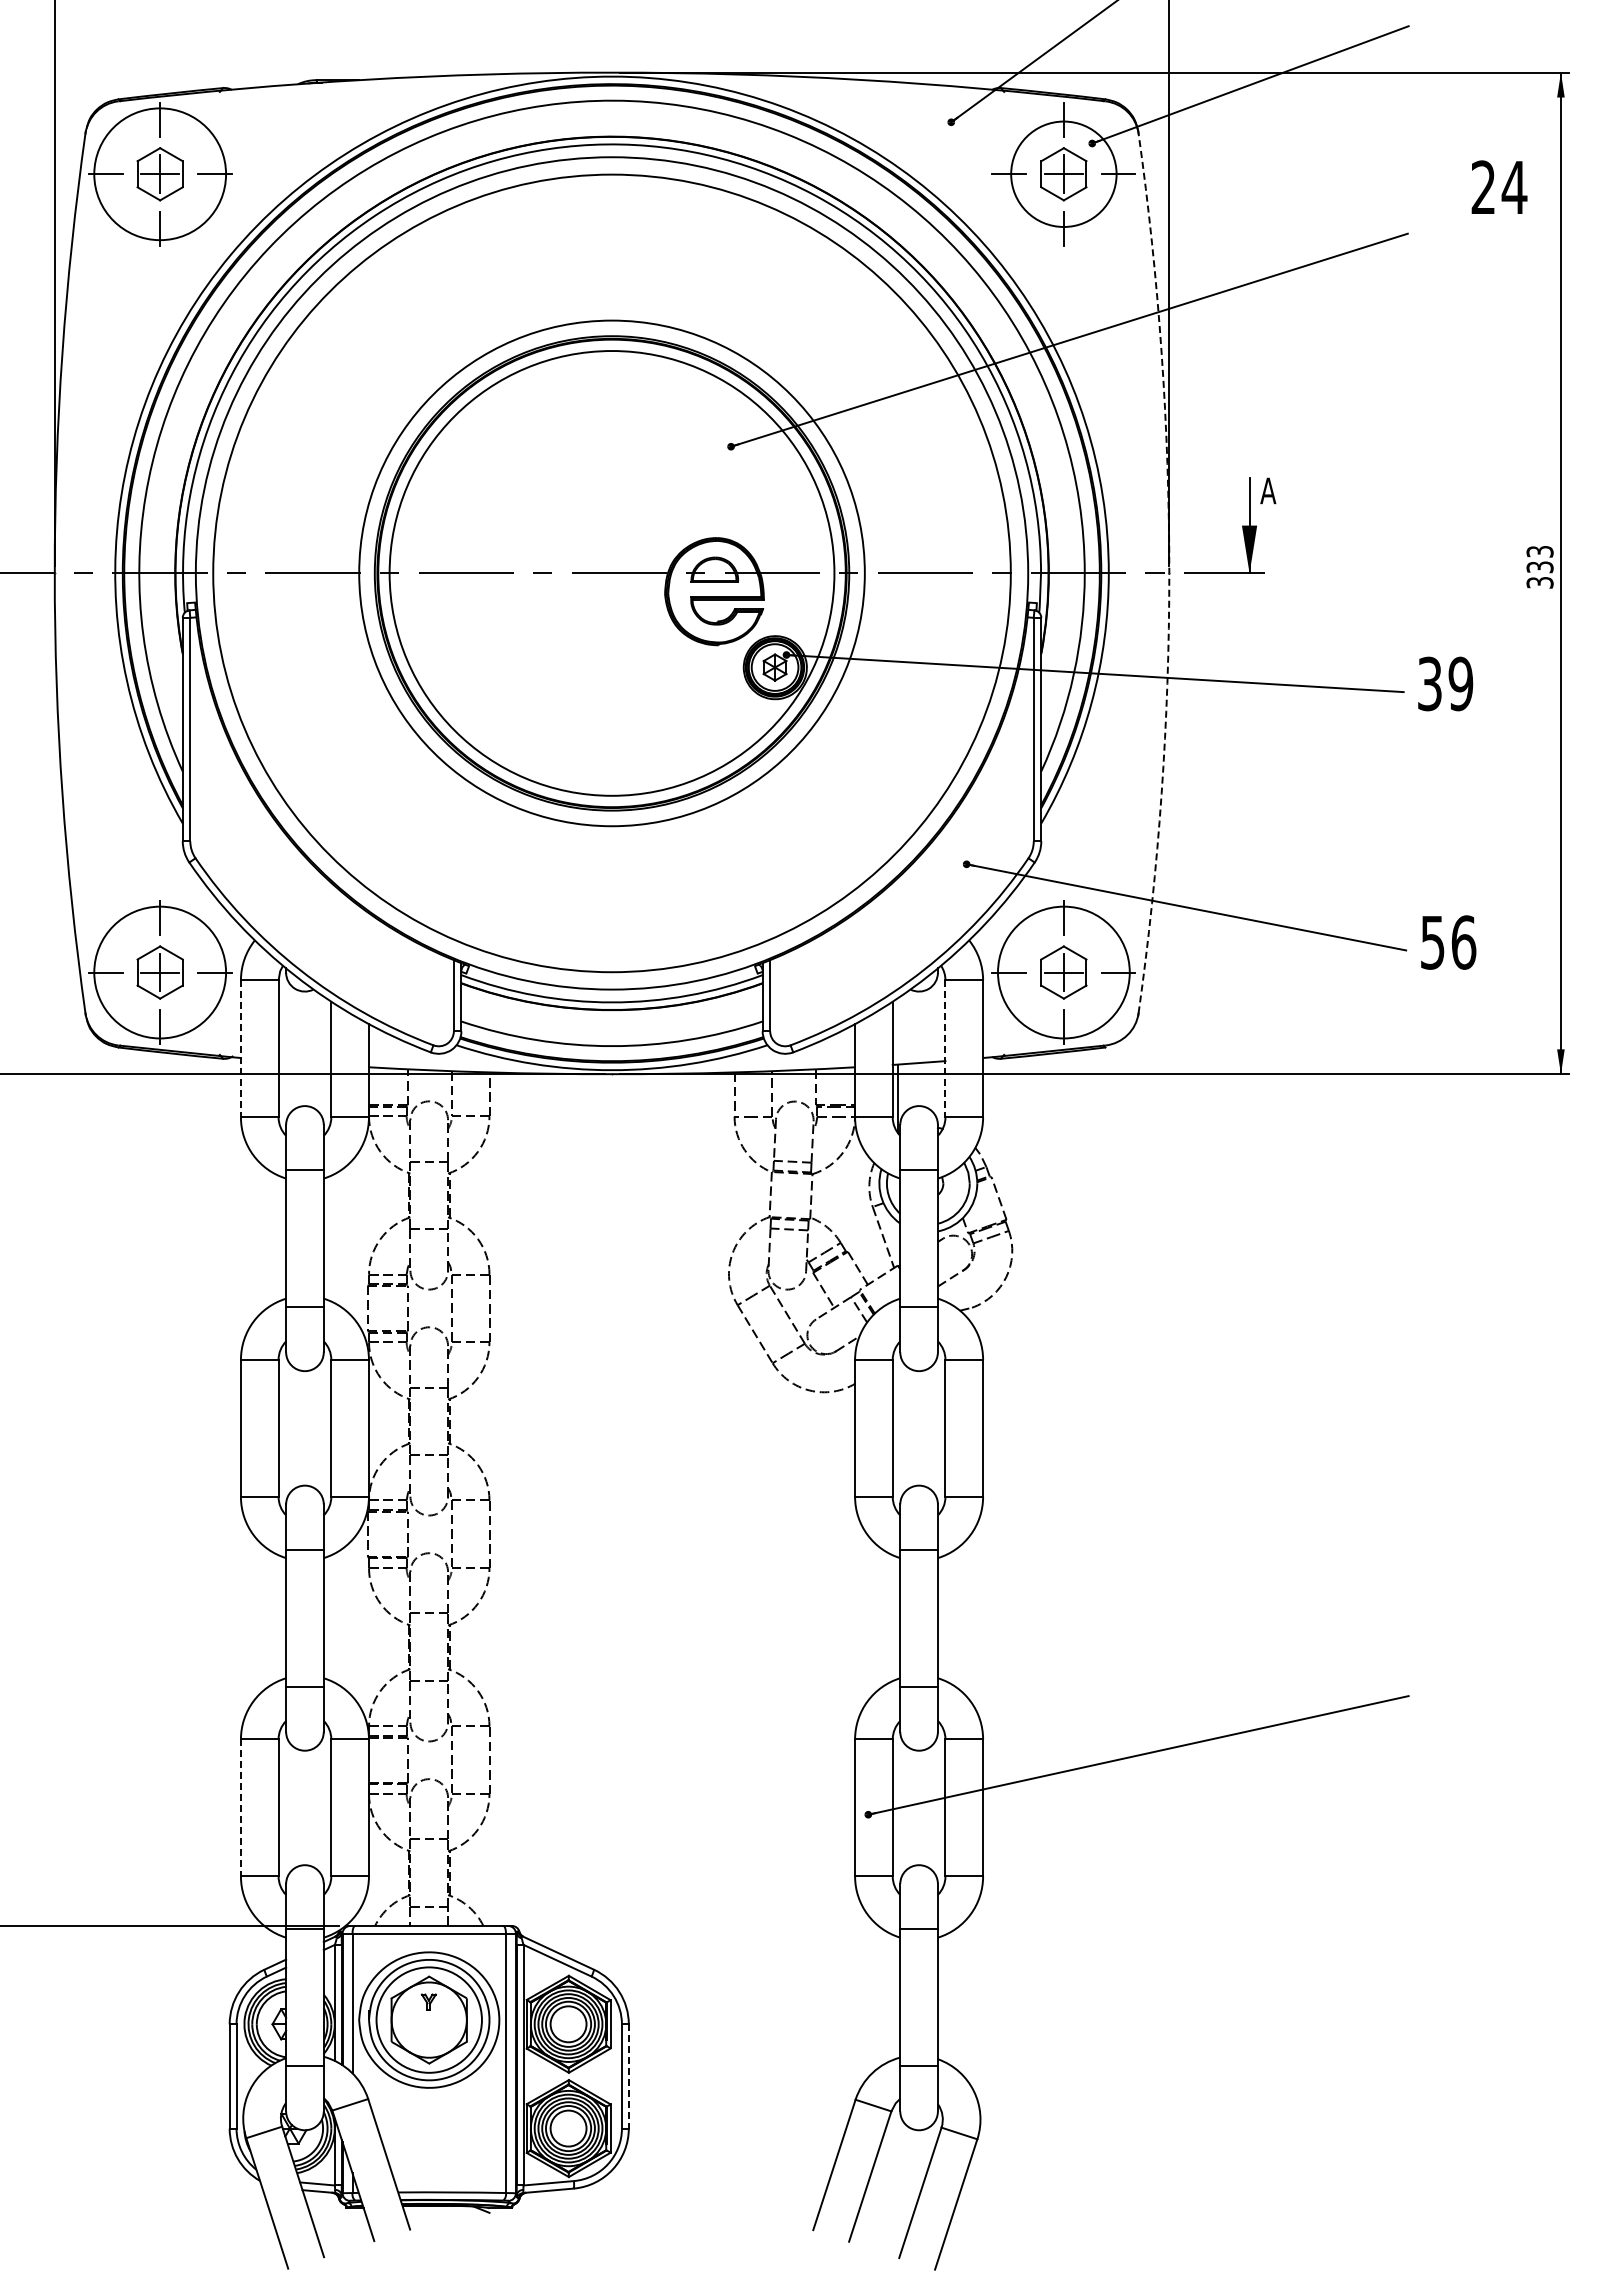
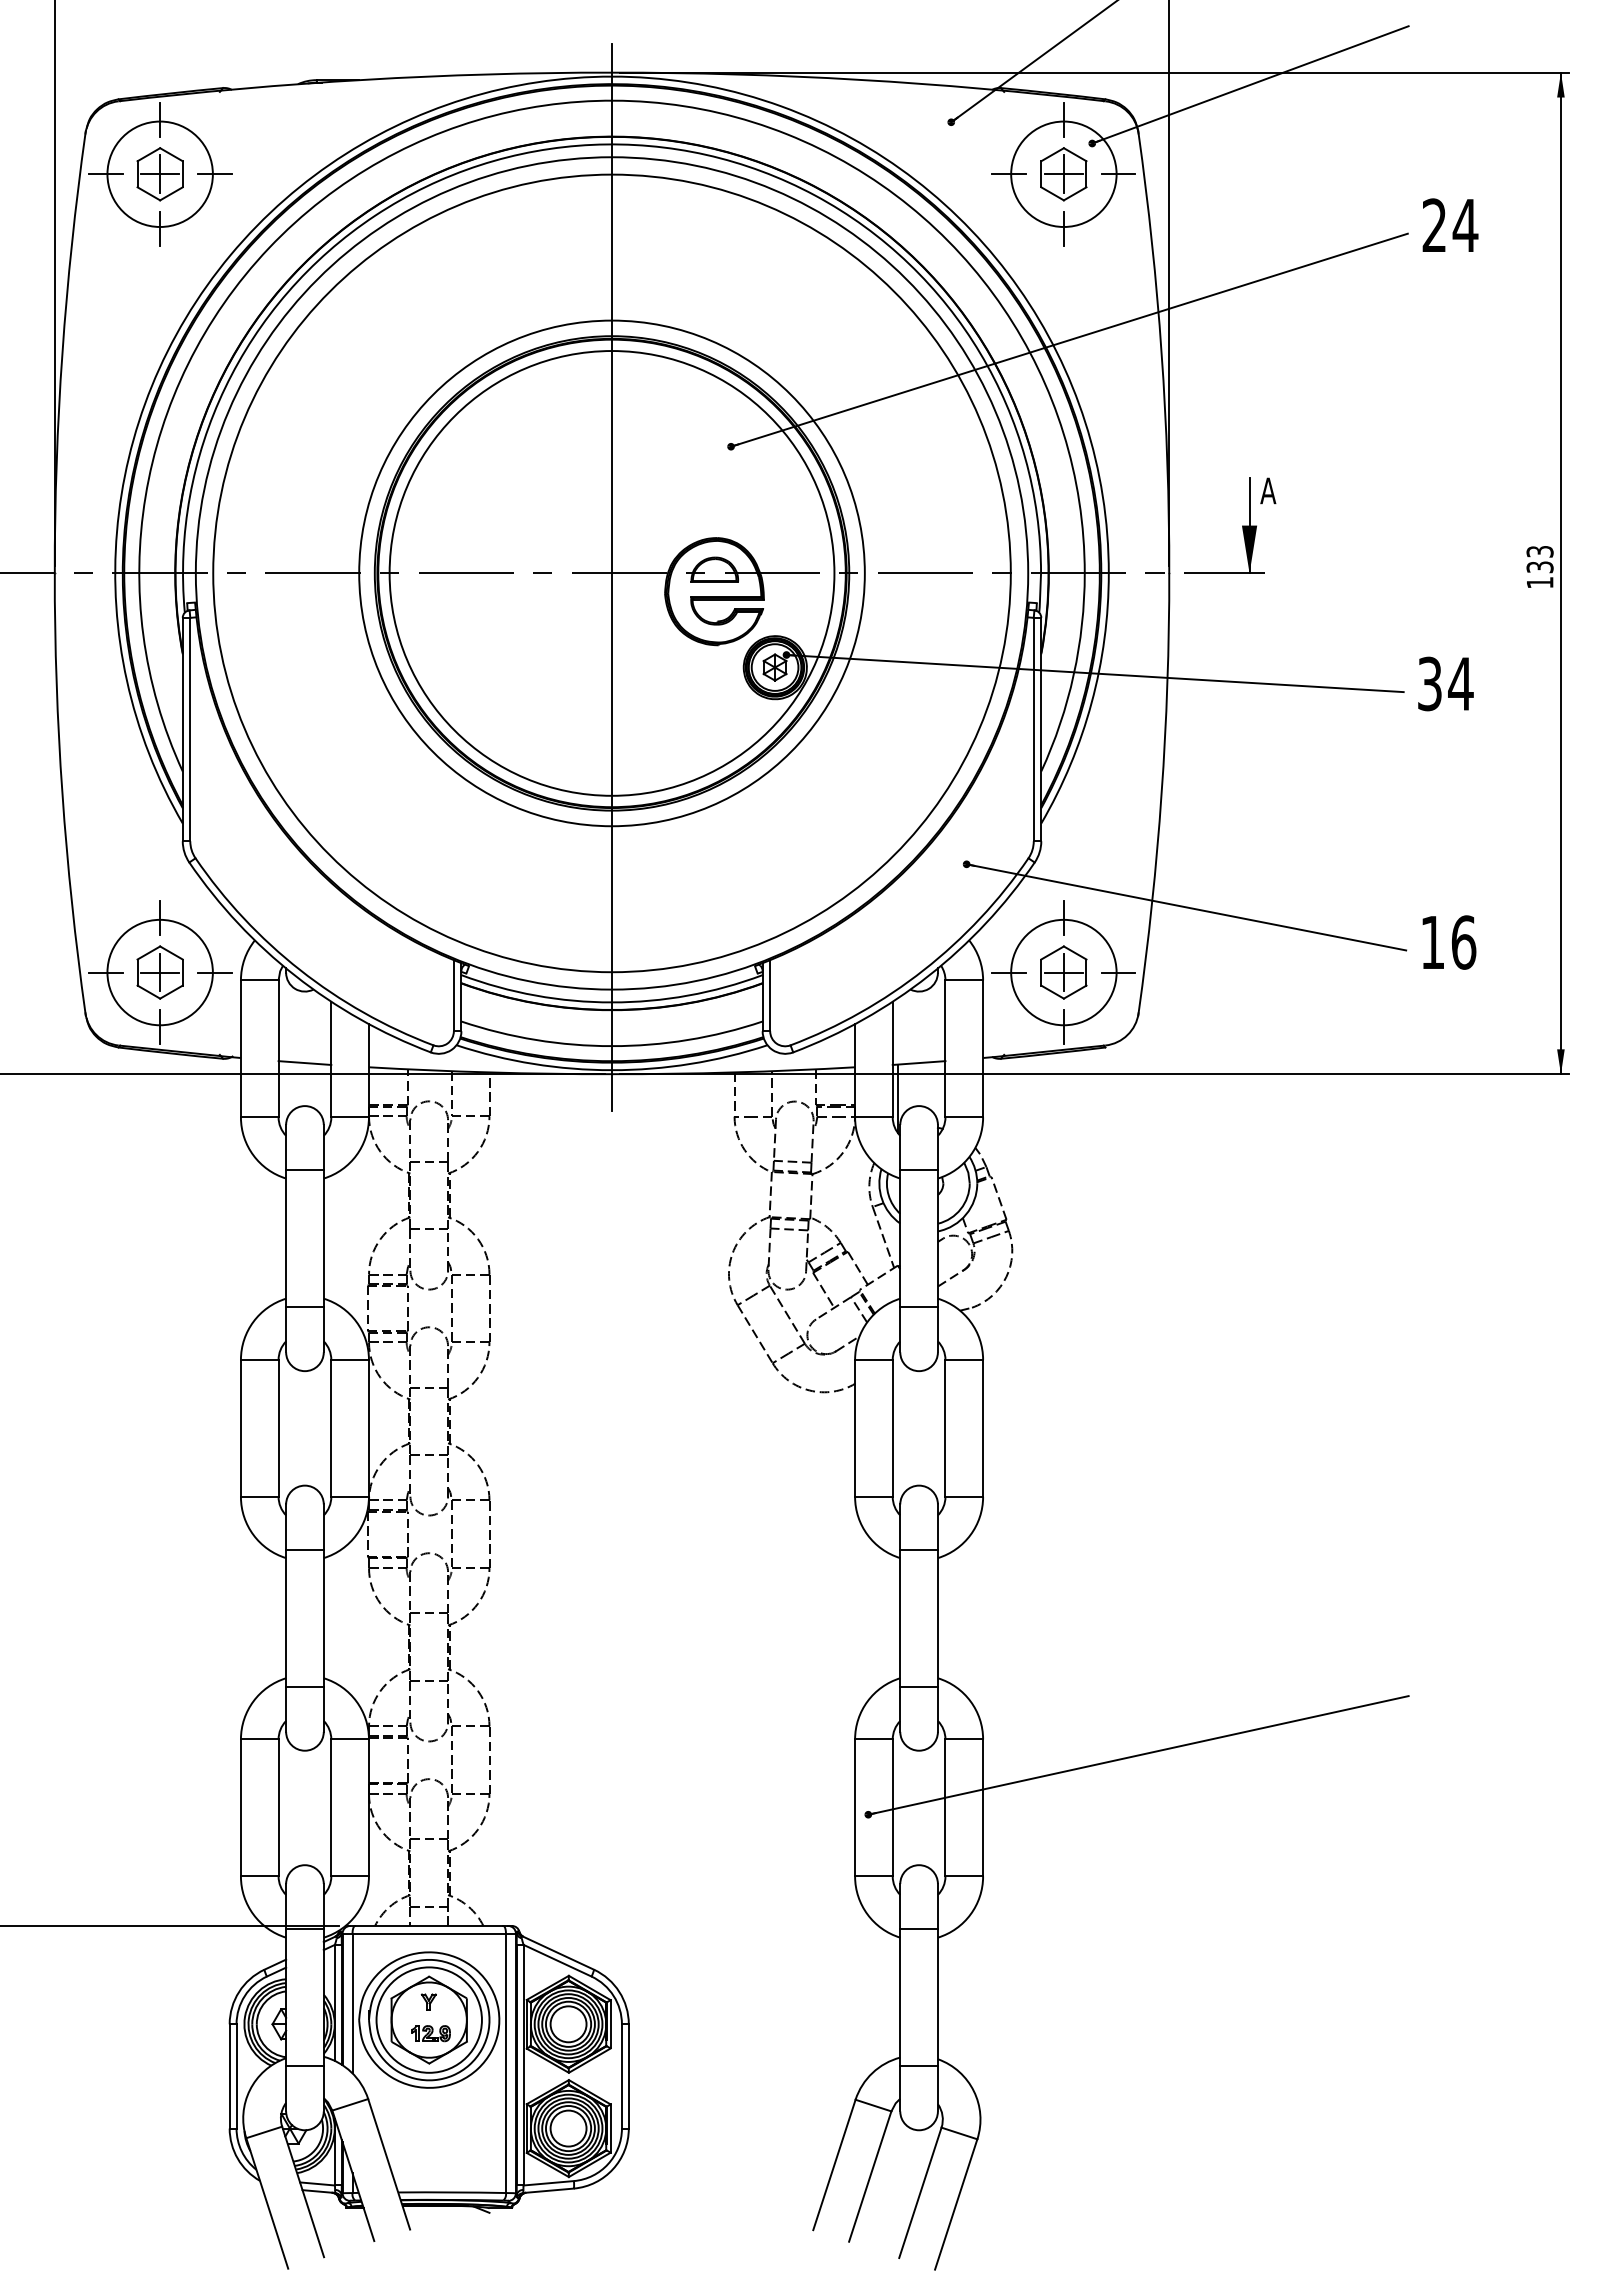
circle at (160, 174) diameter: 132 px -> 105 px
text at (1499, 186) position: (1499, 186) -> (1450, 224)
arc at (1169, 573): dashed -> solid
line at (612, 577): none -> present
text at (1539, 582): 333 -> 133
text at (1460, 683): 39 -> 34
text at (1432, 942): 56 -> 16
circle at (160, 972) diameter: 132 px -> 105 px
circle at (1063, 972) diameter: 132 px -> 105 px
line at (240, 1048): dashed -> solid
line at (945, 1048): dashed -> solid
line at (304, 1062): none -> present
line at (240, 1807): dashed -> solid
part at (430, 2033): none -> present
line at (628, 2076): dashed -> solid
